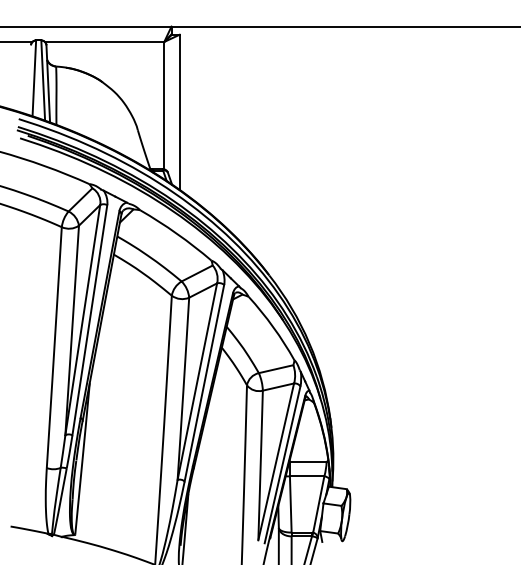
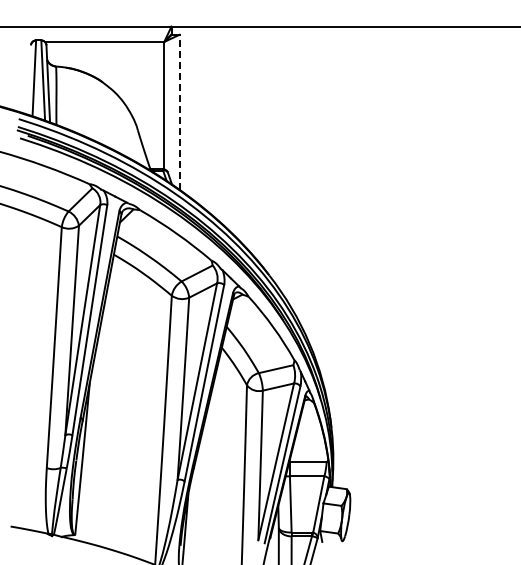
line at (17, 41): present -> none
line at (179, 112): solid -> dashed
